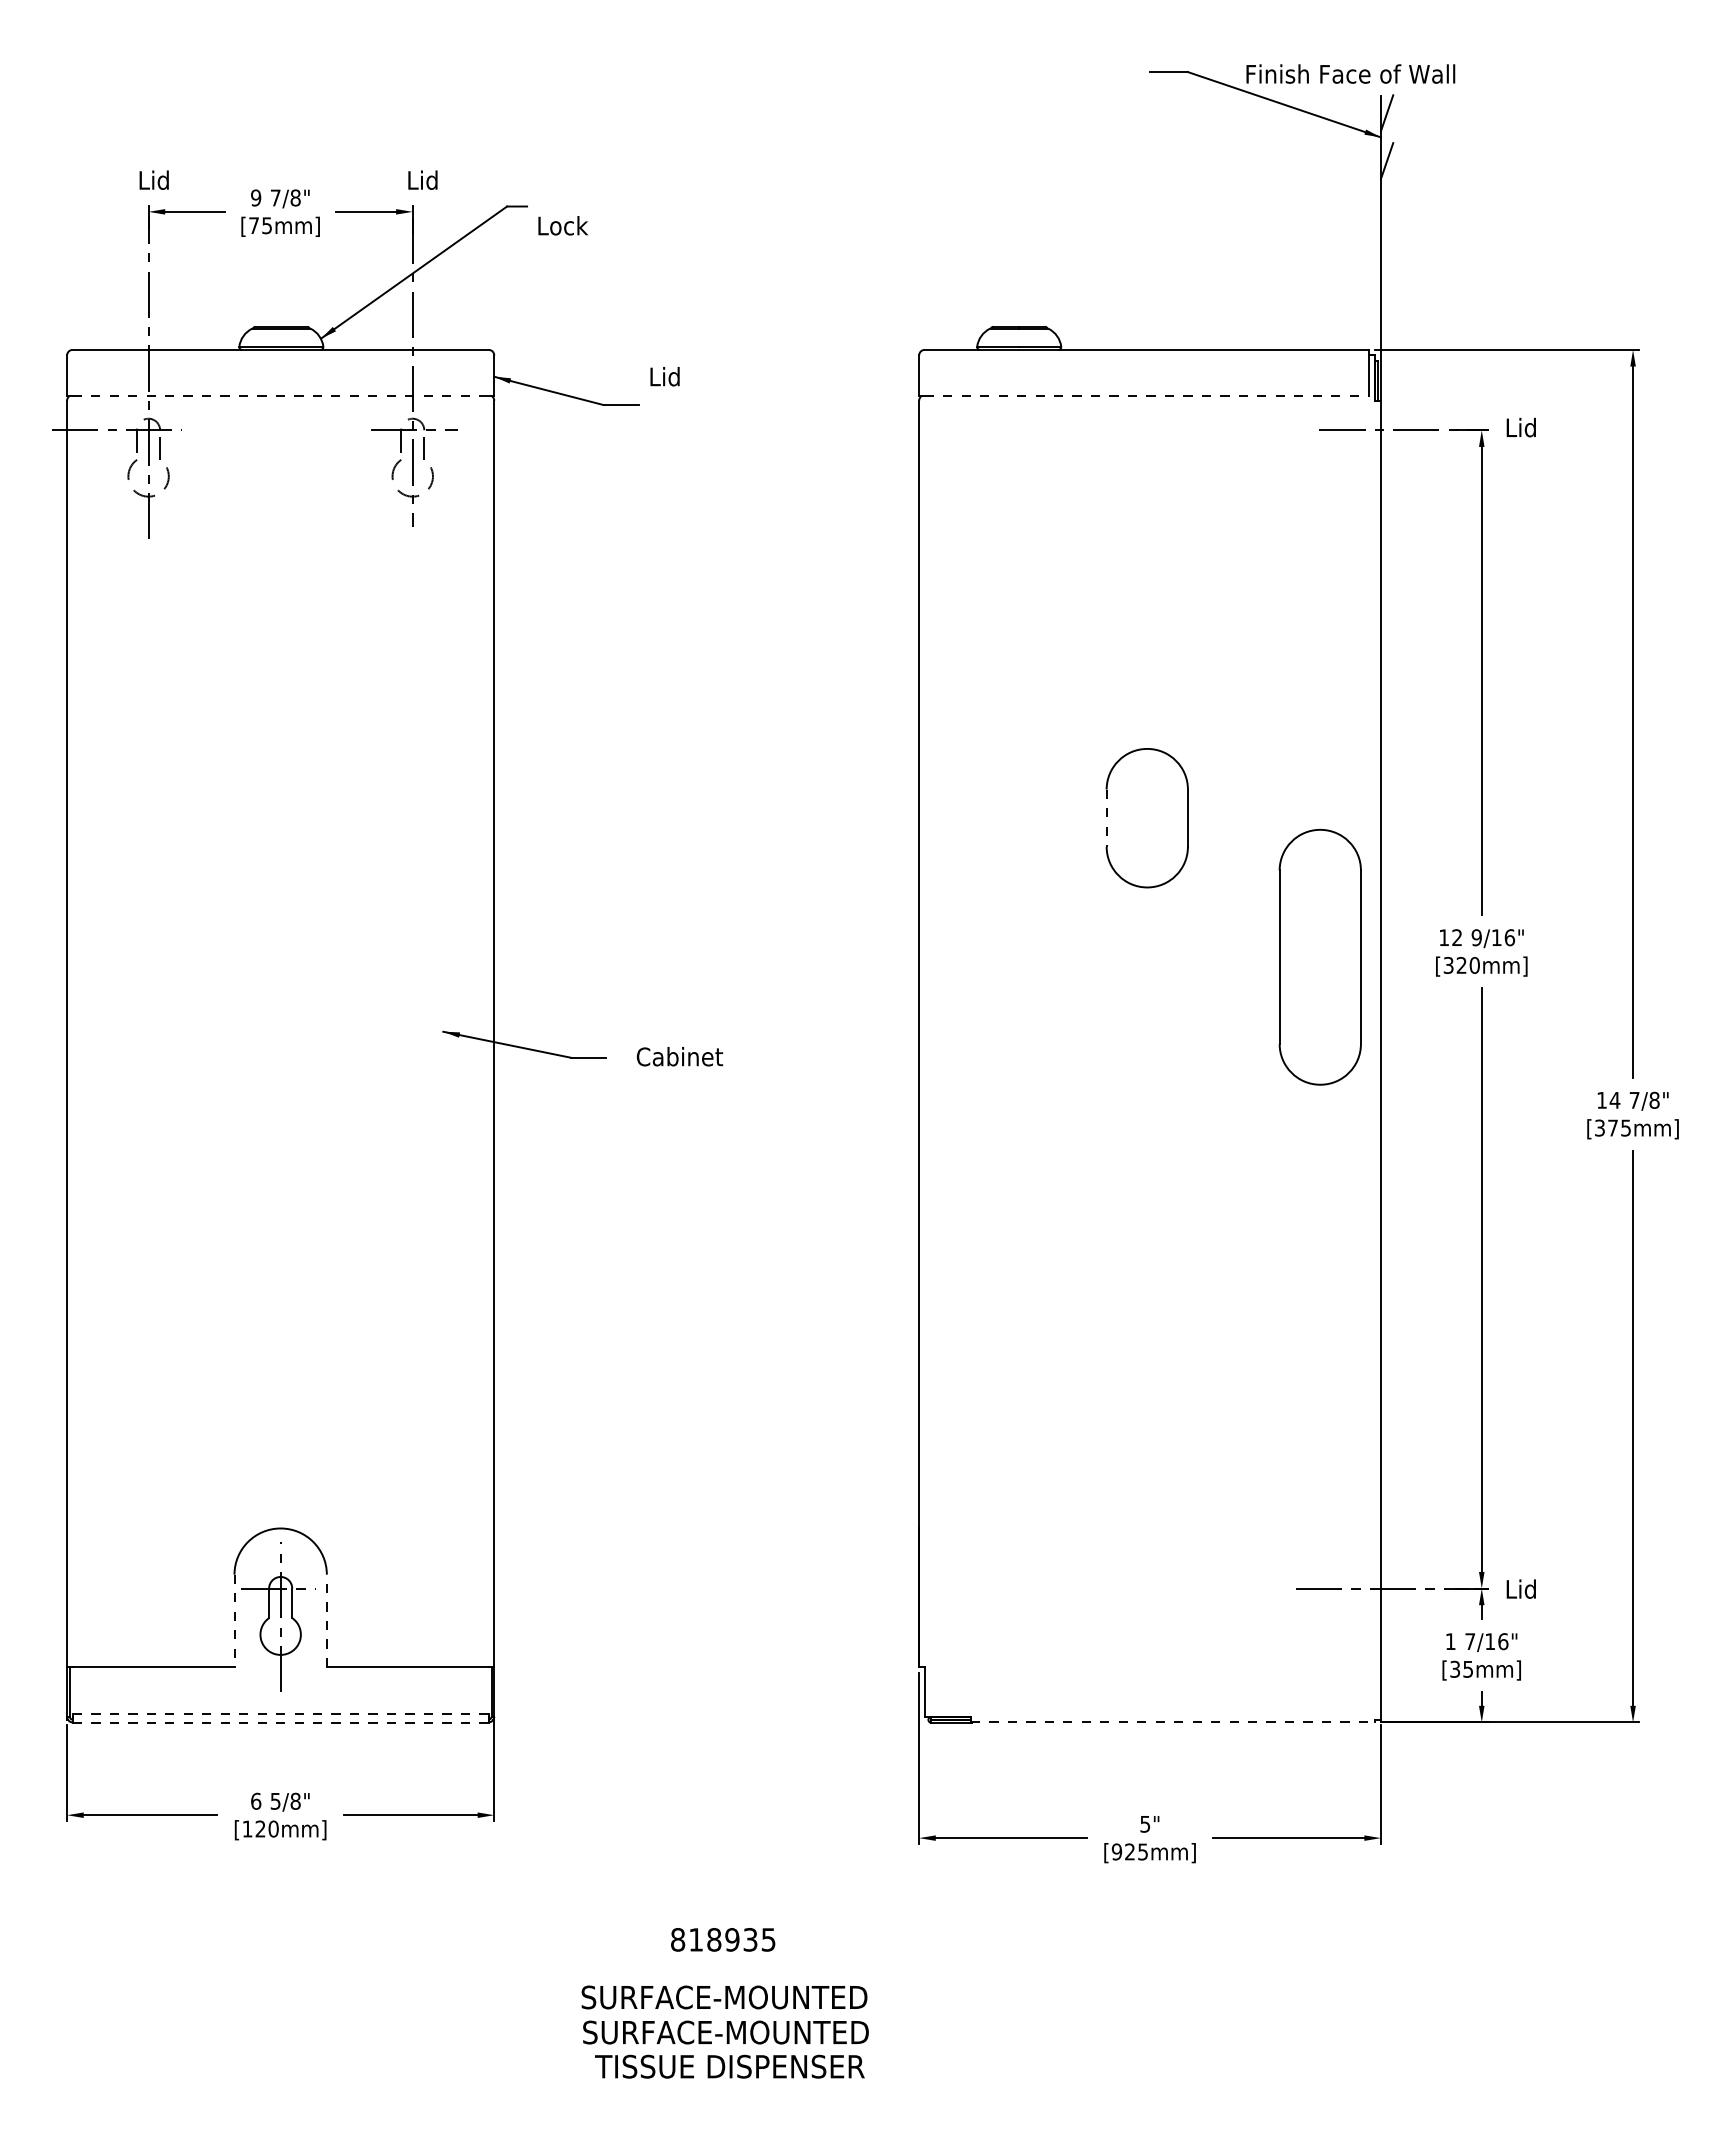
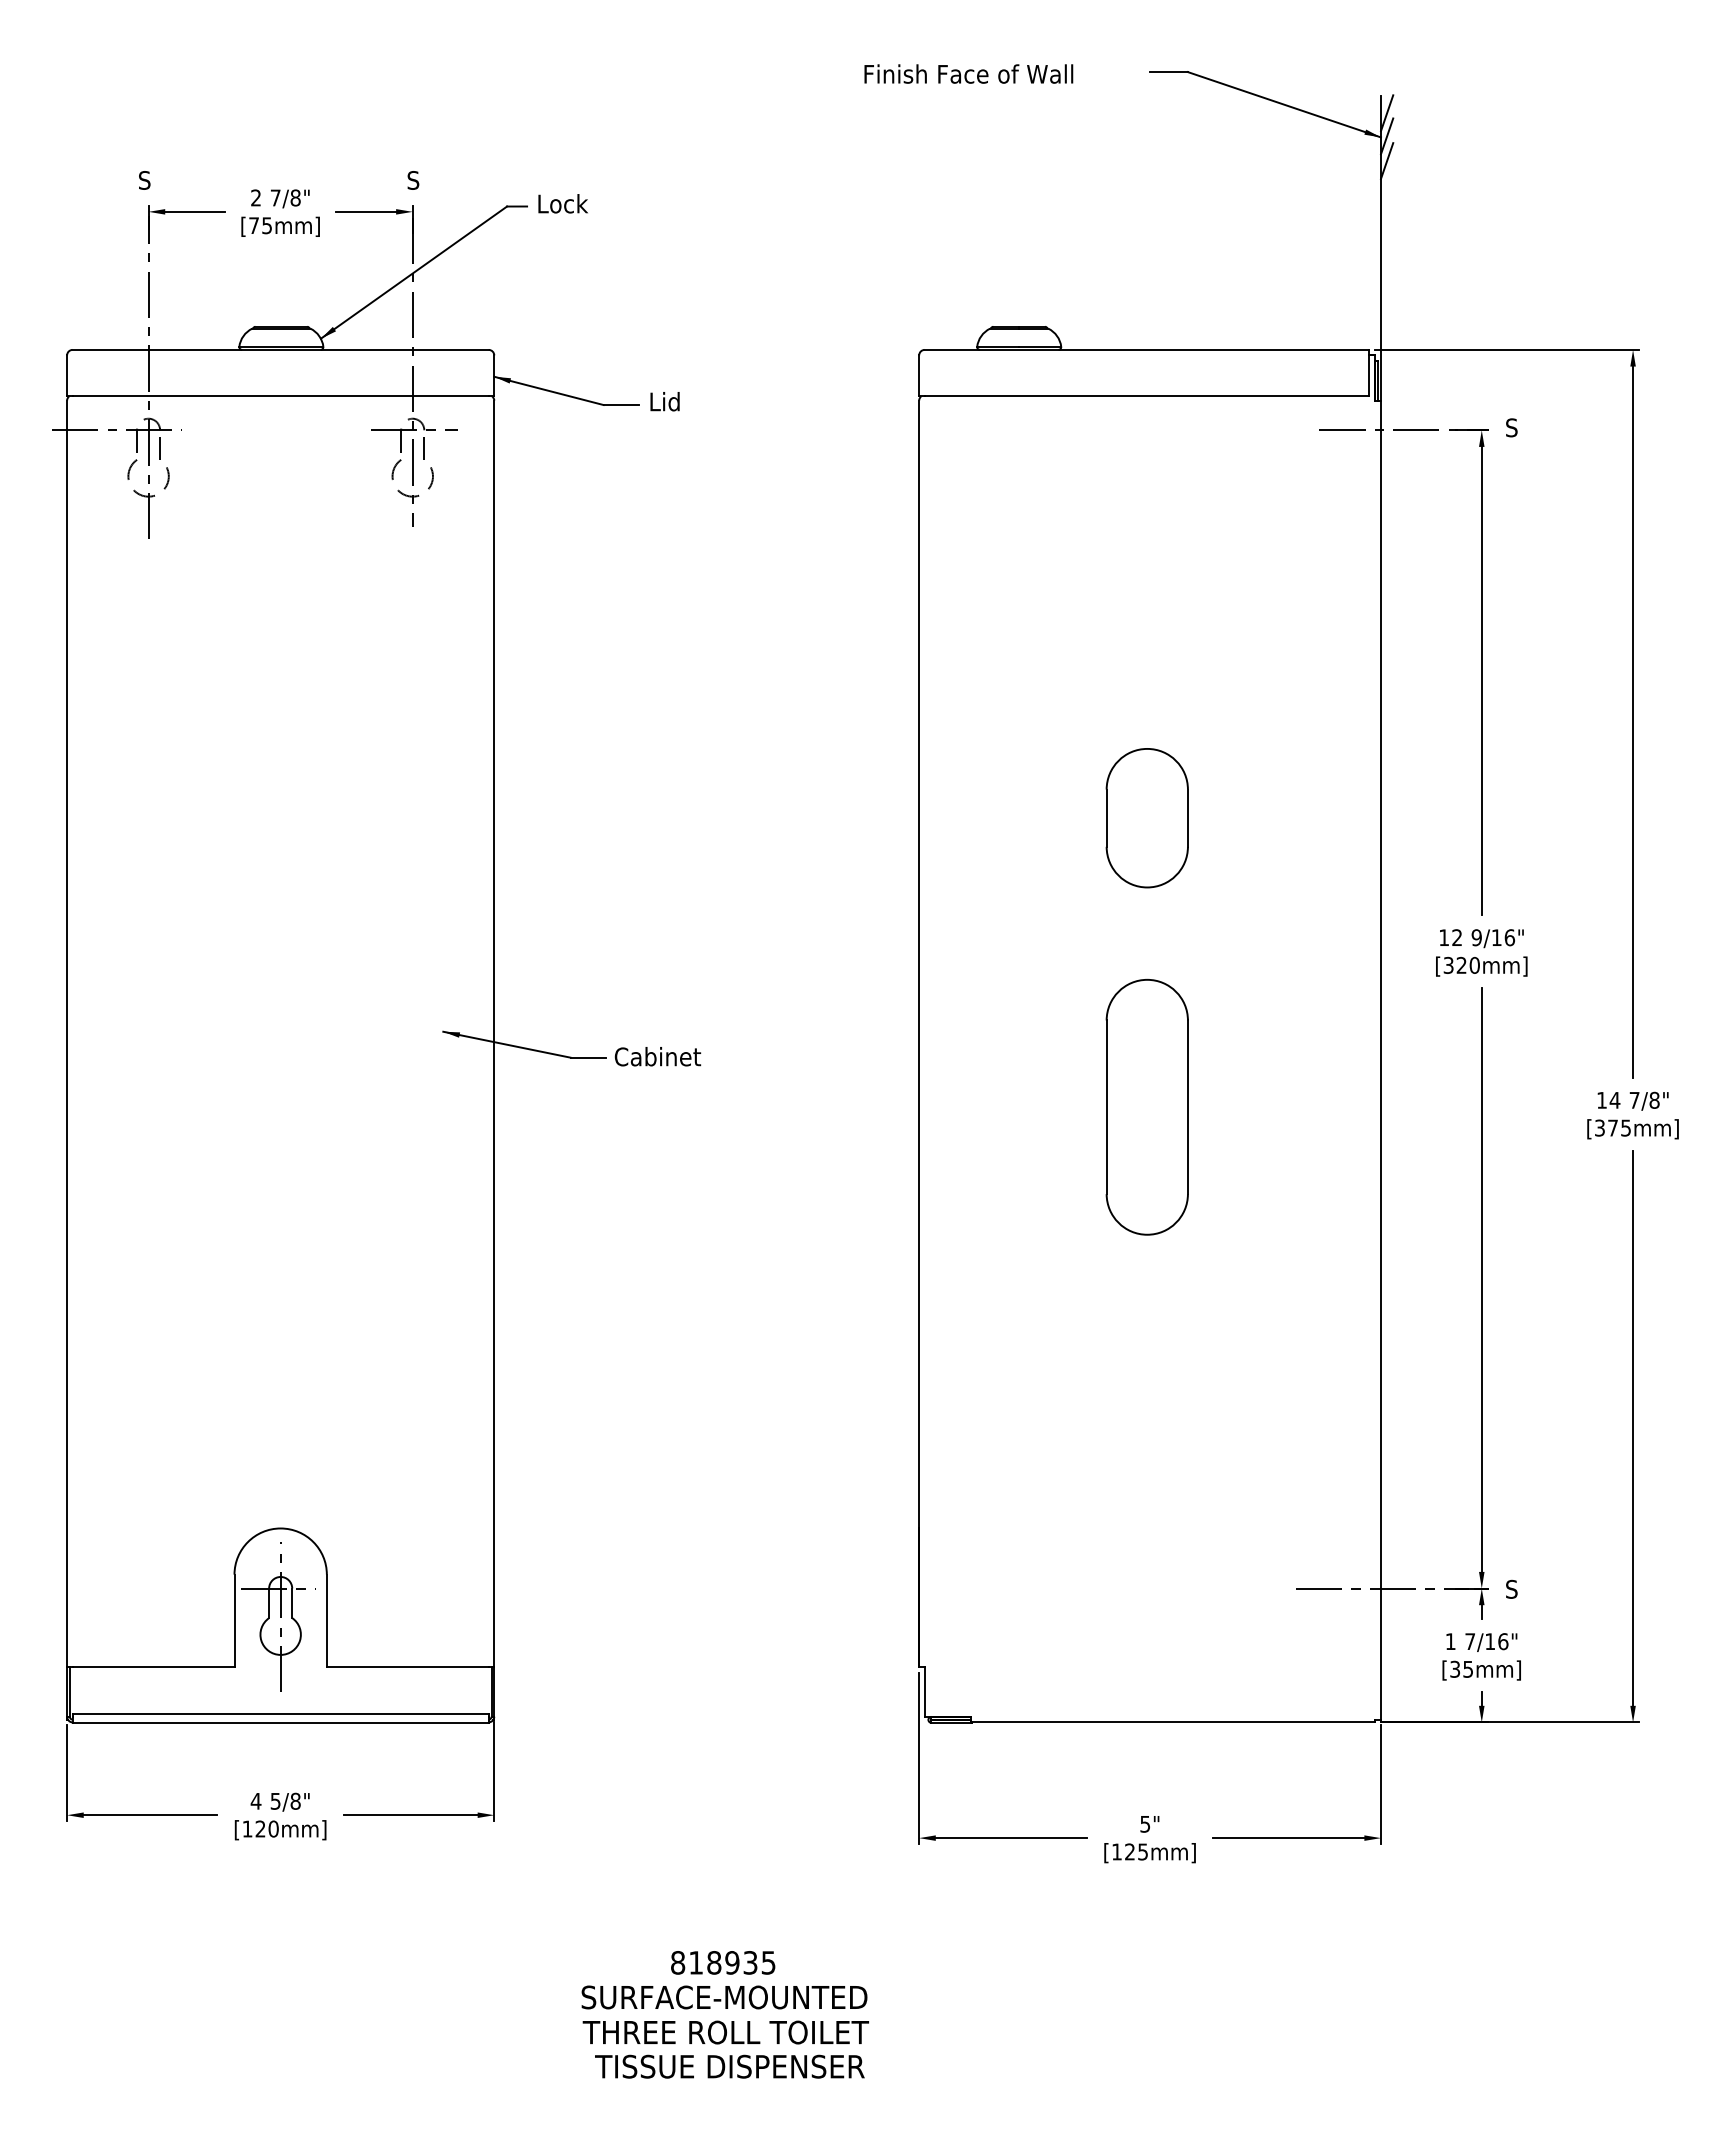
text at (1350, 73) position: (1350, 73) -> (968, 73)
line at (1386, 136): none -> present
text at (153, 179): Lid -> S
text at (422, 179): Lid -> S
text at (256, 197): 9 -> 2
text at (562, 225) position: (562, 225) -> (562, 203)
text at (664, 376) position: (664, 376) -> (664, 401)
line at (281, 396): dashed -> solid
line at (1147, 396): dashed -> solid
text at (1520, 427): Lid -> S
line at (1106, 818): dashed -> solid
part at (1319, 956) position: (1319, 956) -> (1146, 1106)
text at (679, 1056) position: (679, 1056) -> (657, 1056)
text at (1520, 1588): Lid -> S
line at (326, 1620): dashed -> solid
line at (234, 1621): dashed -> solid
line at (280, 1713): dashed -> solid
line at (280, 1722): dashed -> solid
line at (1173, 1722): dashed -> solid
text at (255, 1800): 6 -> 4
text at (1116, 1851): [925mm] -> [125mm]
text at (723, 1939) position: (723, 1939) -> (723, 1962)
text at (725, 2032): SURFACE-MOUNTED -> THREE ROLL TOILET
